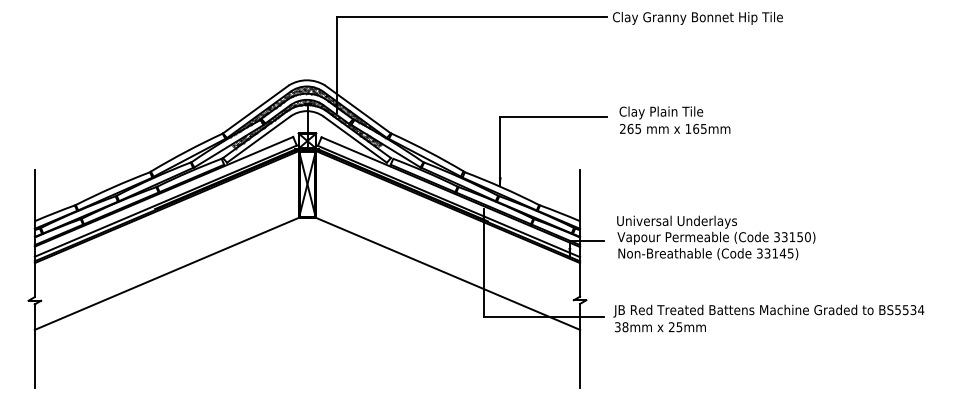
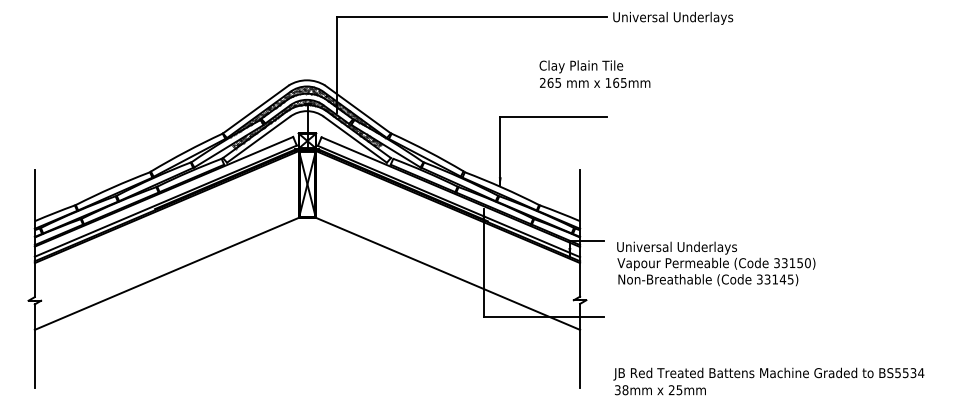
text at (697, 17): Clay Granny Bonnet Hip Tile -> Universal Underlays
text at (674, 119) position: (674, 119) -> (594, 73)
text at (716, 237) position: (716, 237) -> (716, 263)
text at (768, 318) position: (768, 318) -> (768, 381)
